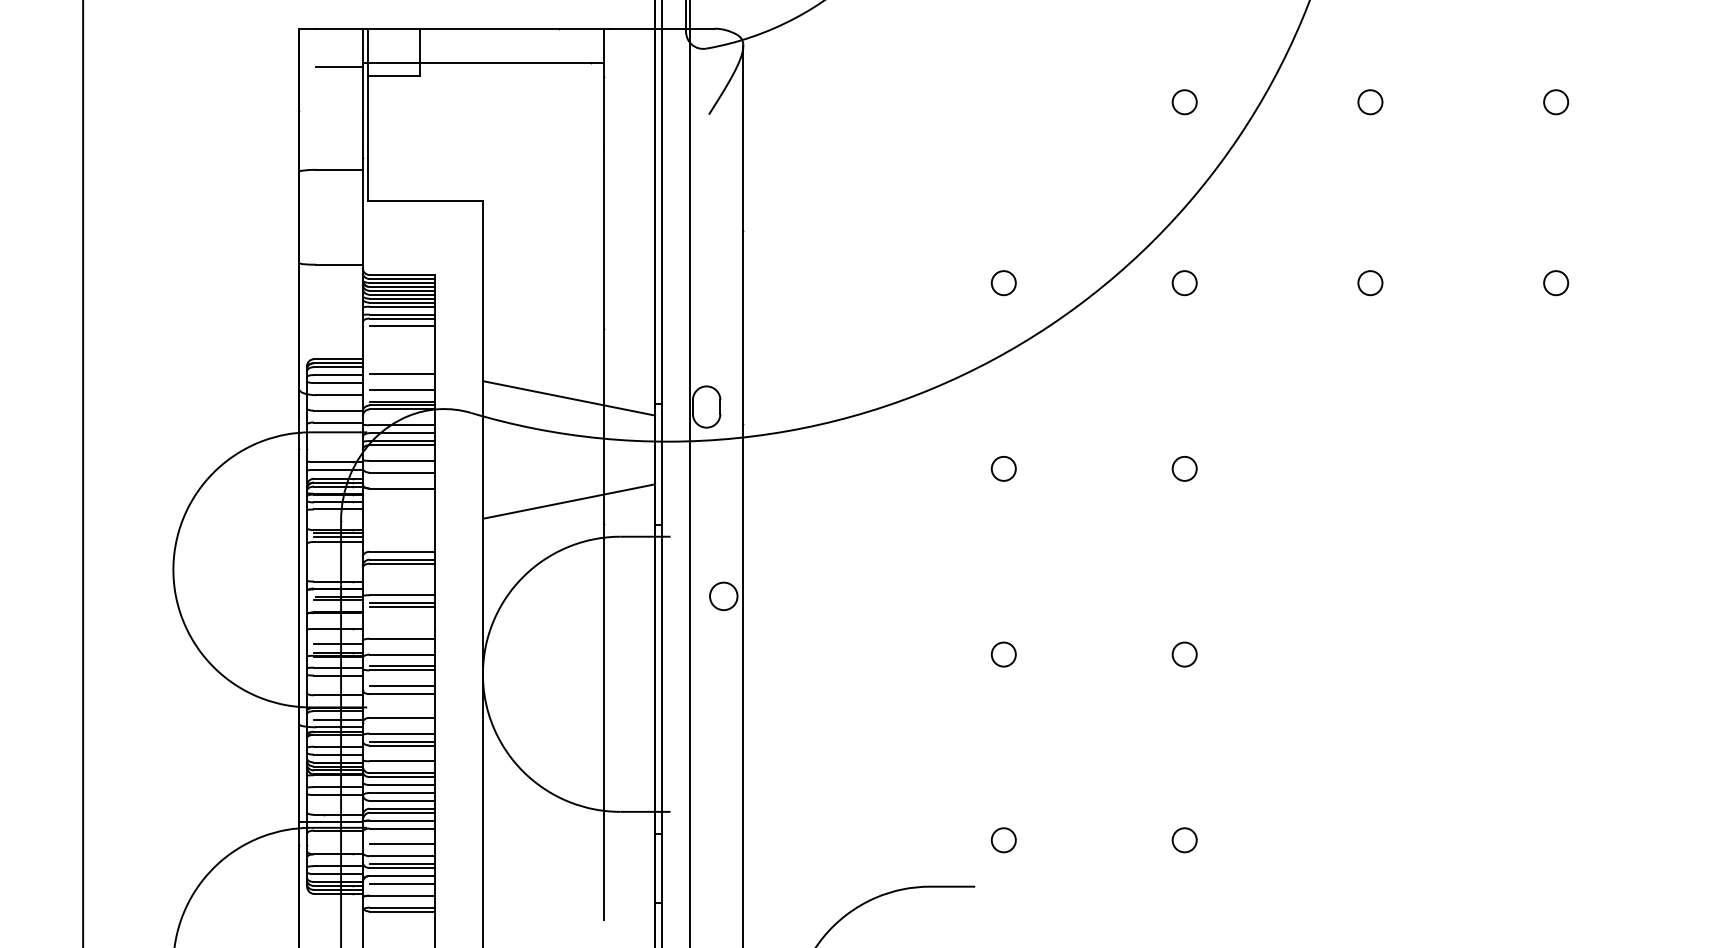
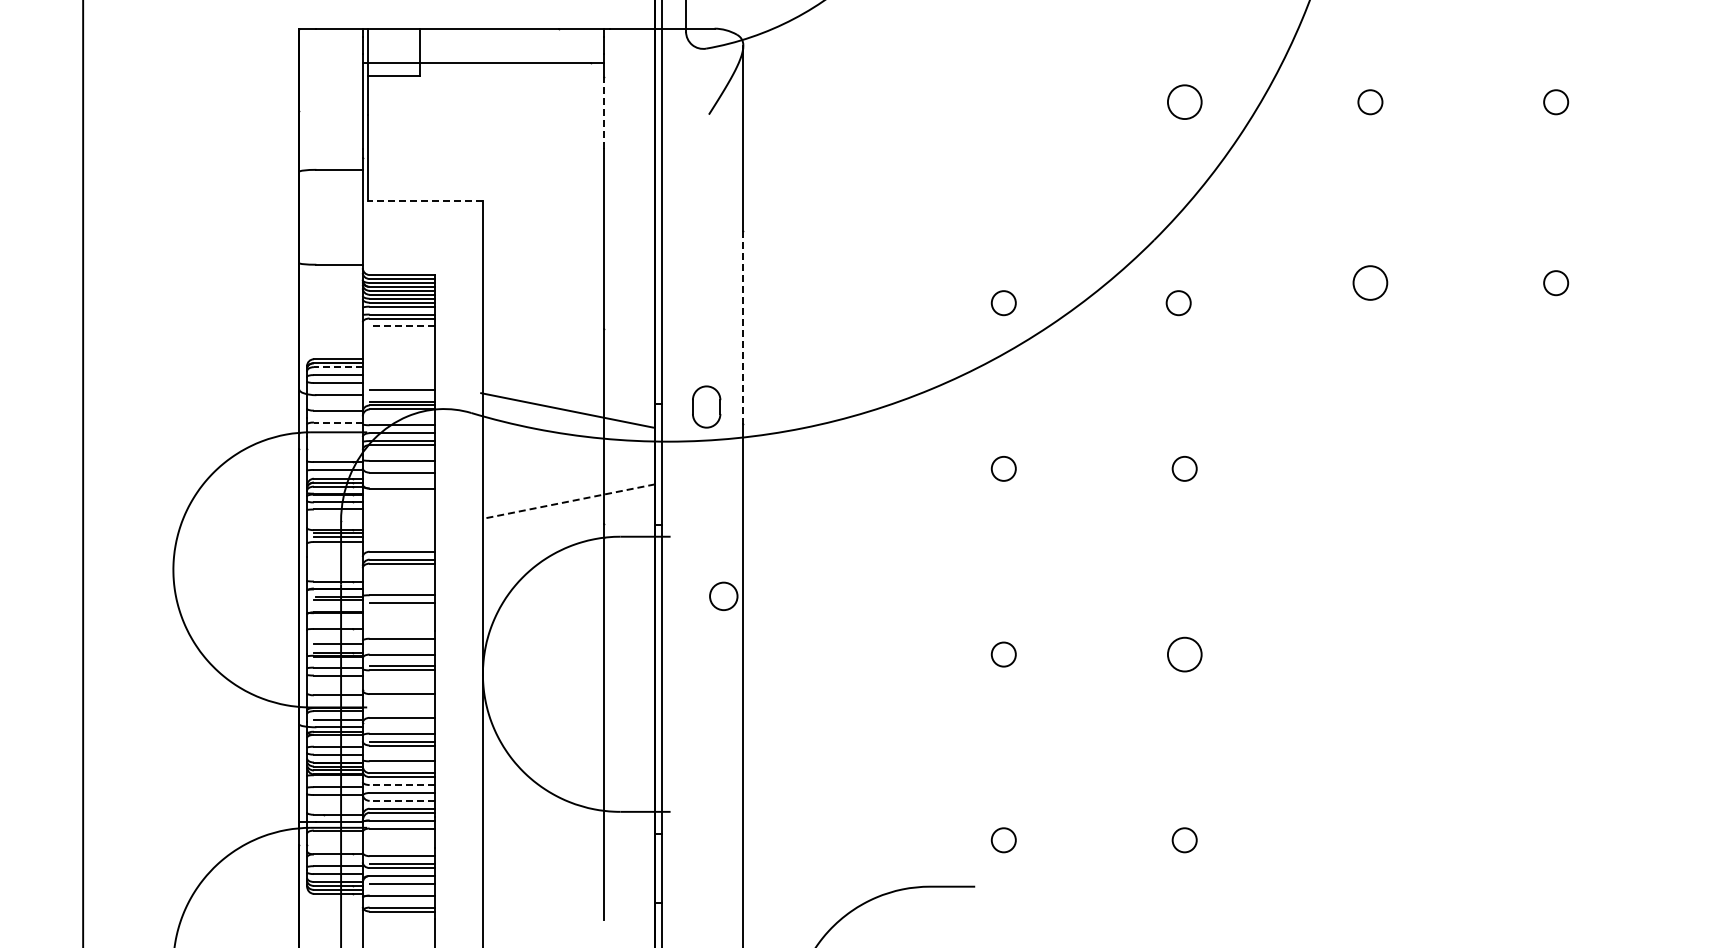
line at (339, 67): present -> none
circle at (1184, 102) size: 27x27 px -> 36x36 px
line at (603, 112): solid -> dashed
line at (425, 200): solid -> dashed
circle at (1003, 283) position: (1003, 283) -> (1003, 303)
circle at (1184, 283) position: (1184, 283) -> (1178, 303)
circle at (1370, 283) size: 27x27 px -> 37x36 px
line at (402, 326): solid -> dashed
line at (743, 327): solid -> dashed
line at (337, 367): solid -> dashed
line at (402, 373): present -> none
line at (569, 398) position: (569, 398) -> (567, 410)
line at (337, 422): solid -> dashed
line at (689, 473): present -> none
line at (569, 501): solid -> dashed
line at (402, 607): present -> none
circle at (1184, 654) size: 27x27 px -> 36x37 px
line at (402, 686): present -> none
line at (402, 785): solid -> dashed
line at (402, 800): solid -> dashed
line at (402, 844): present -> none
